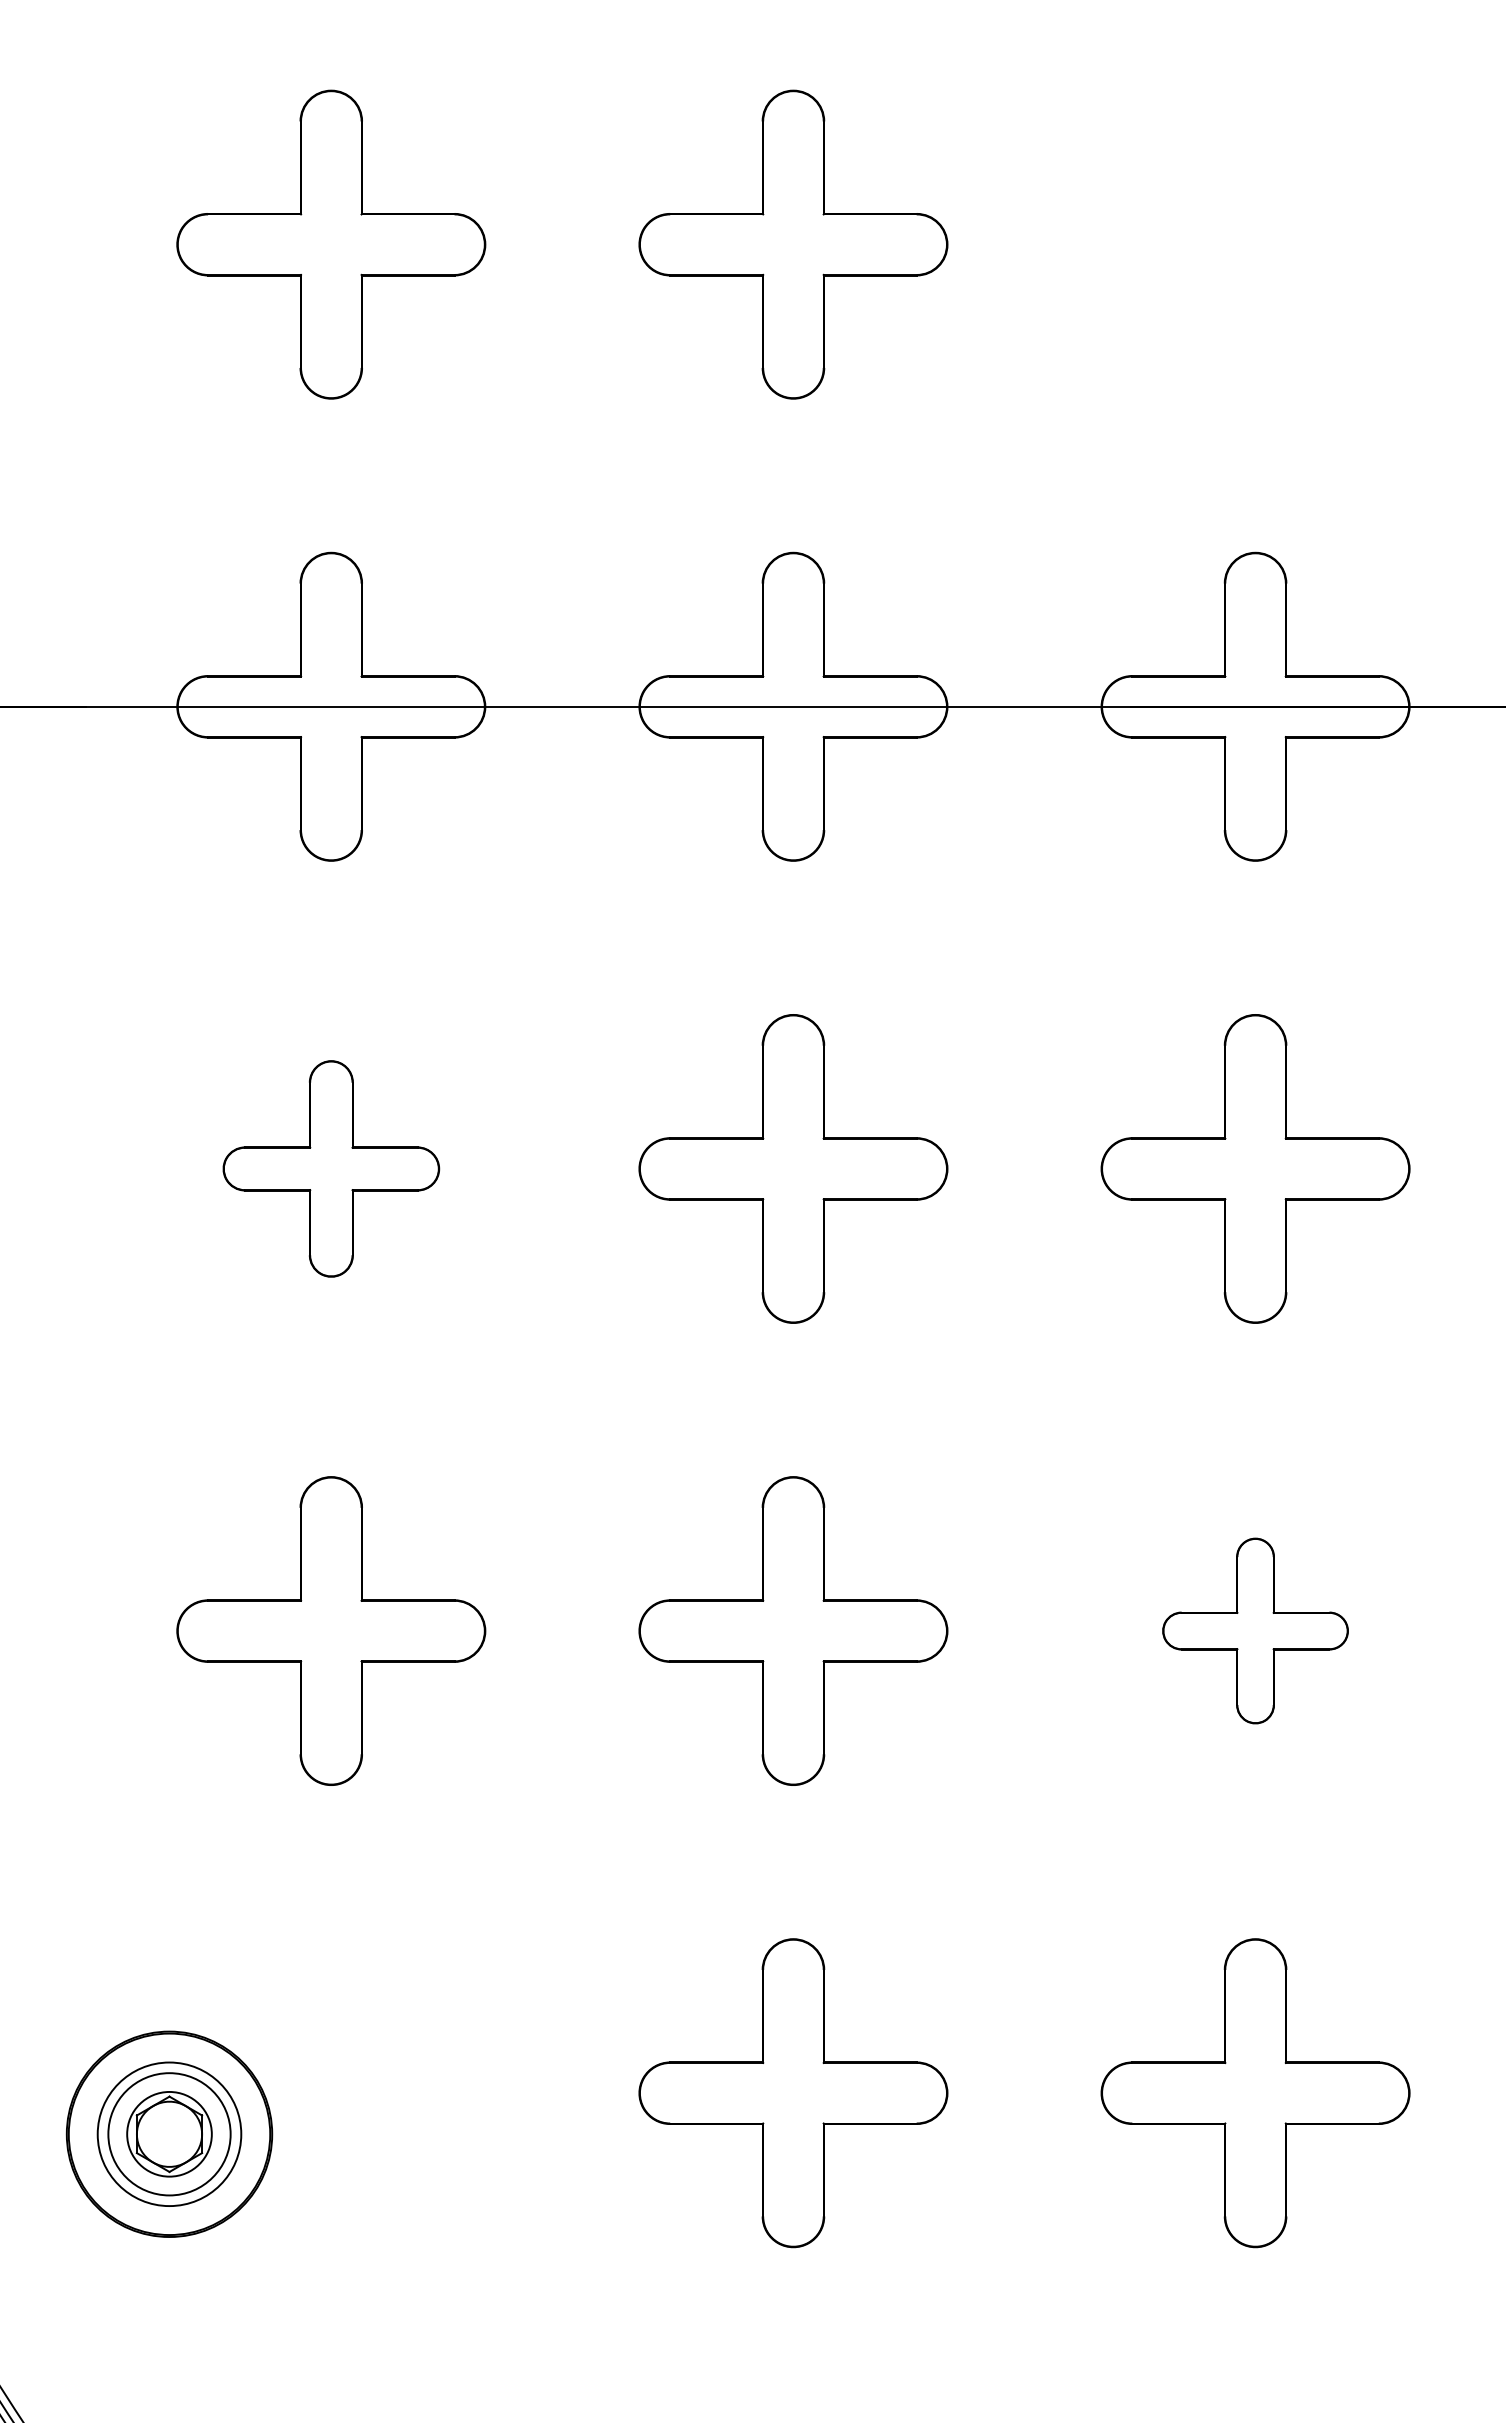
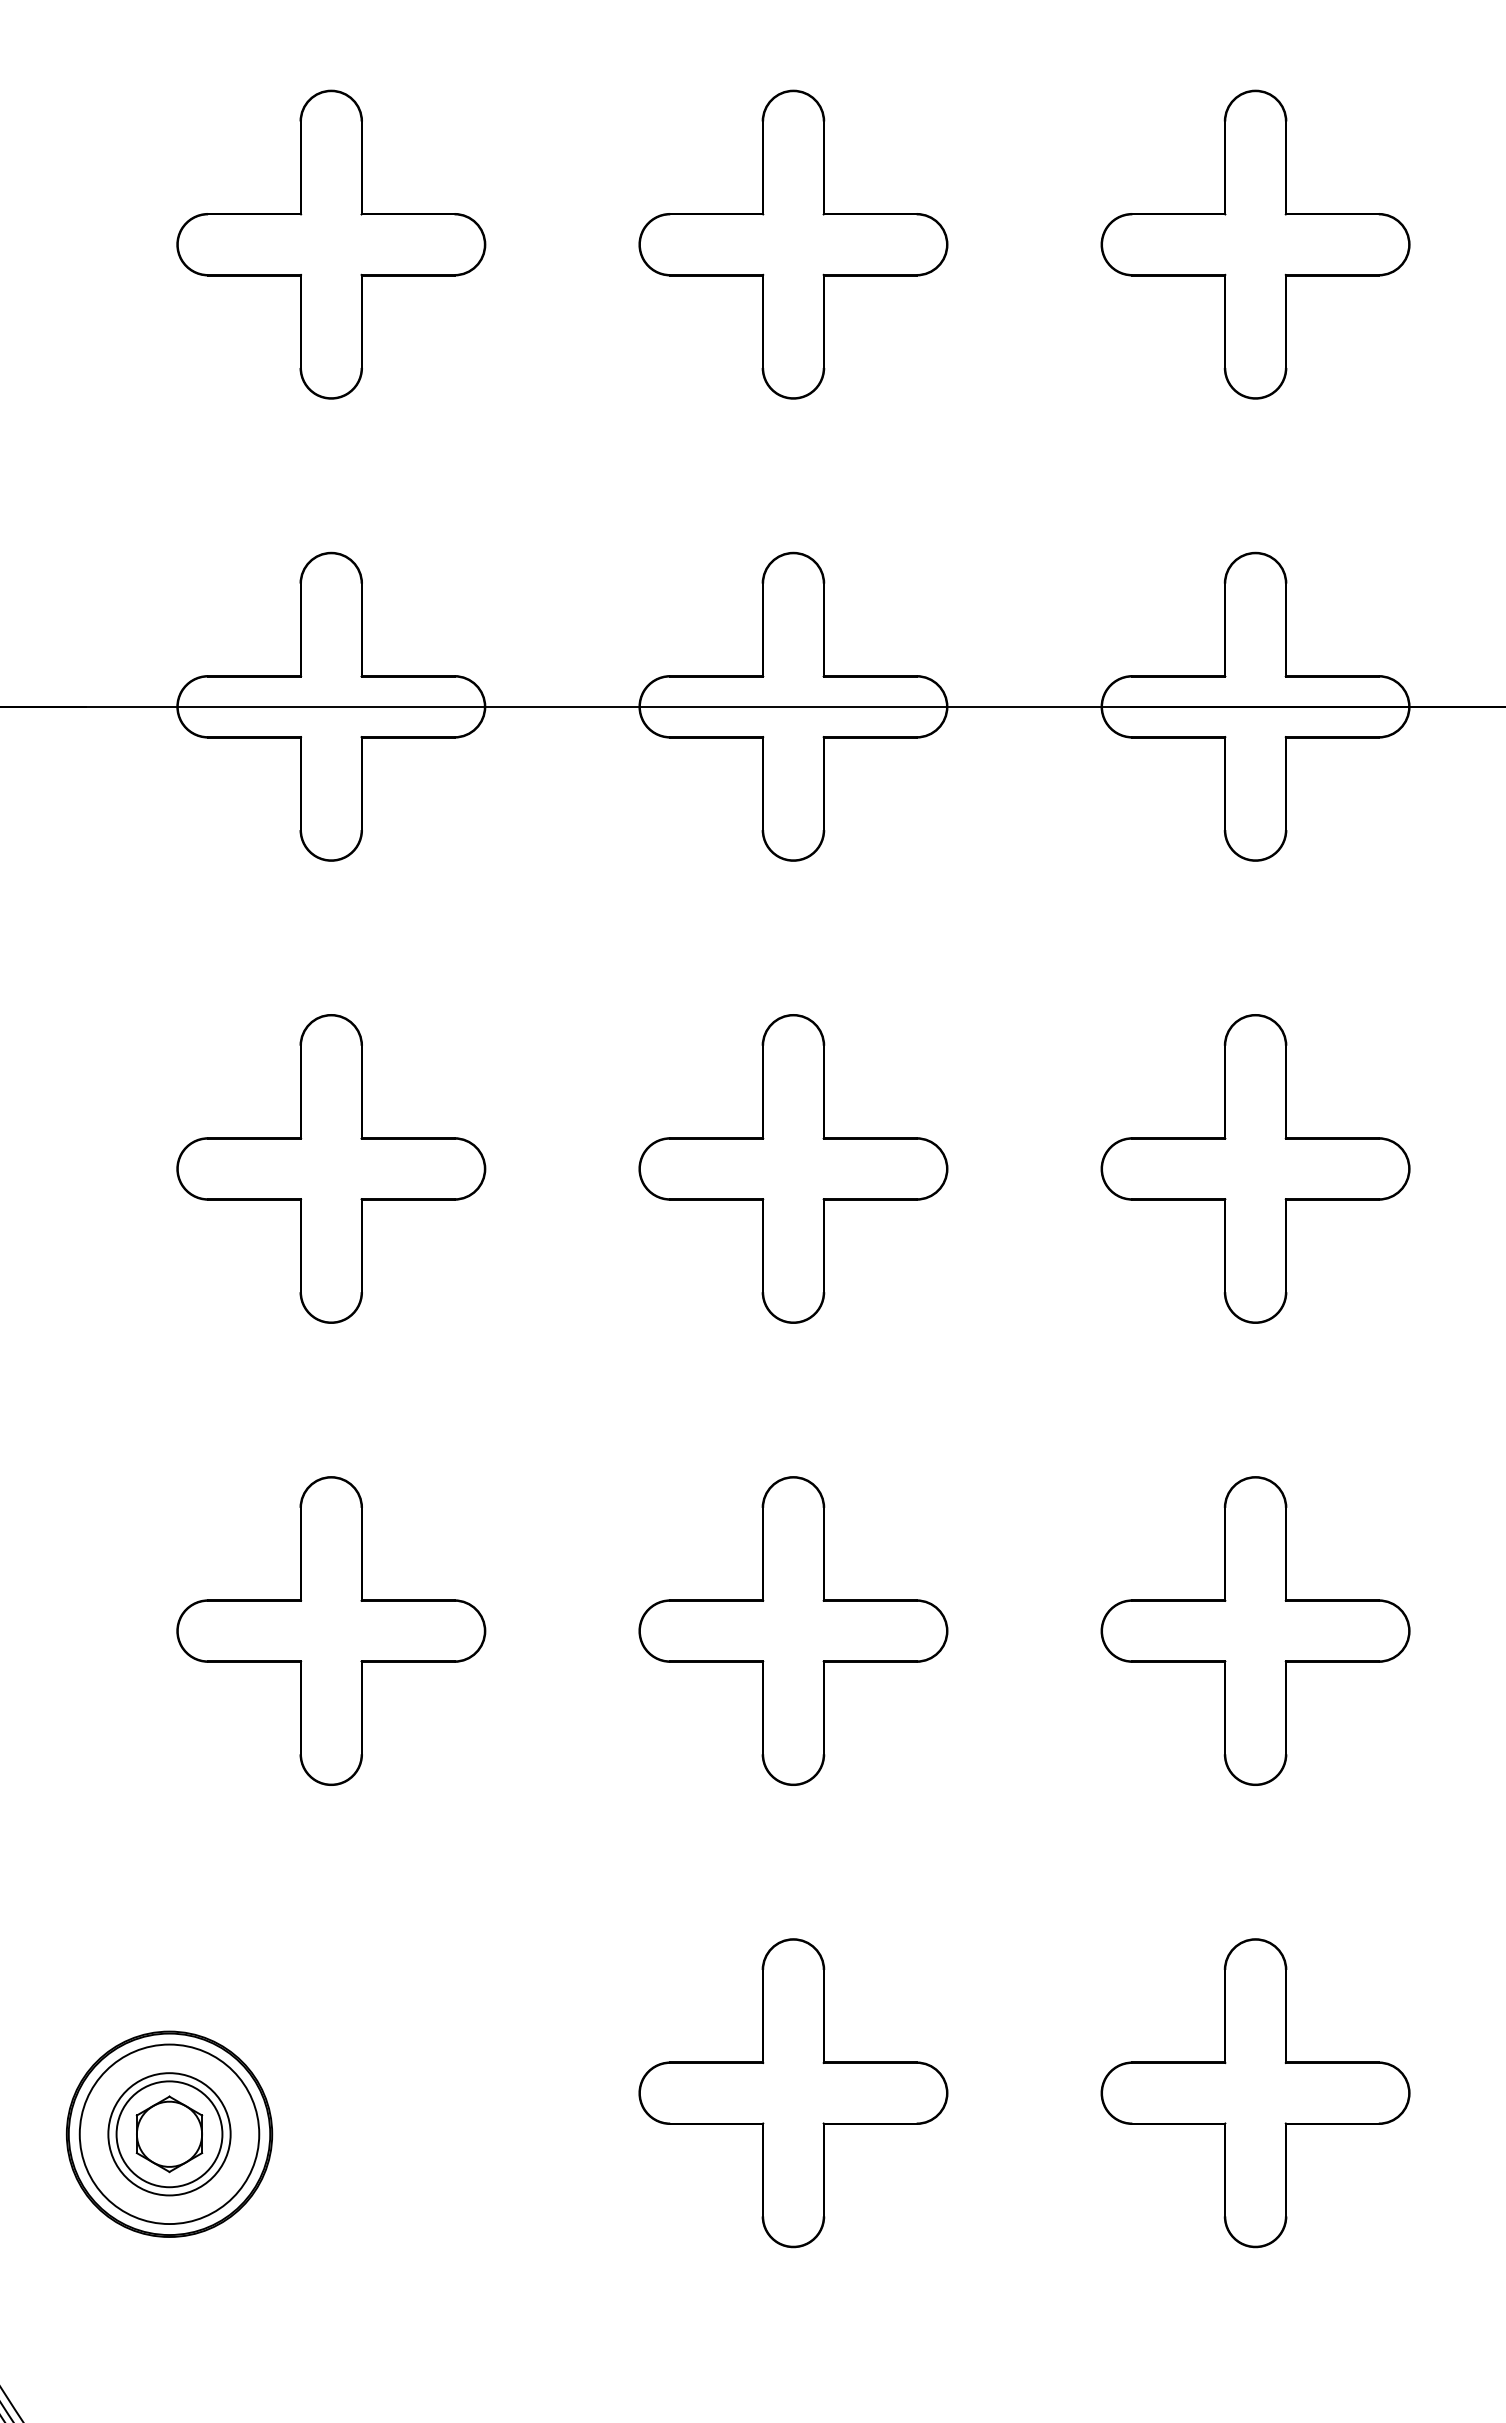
part at (1255, 244): none -> present
part at (331, 1168) size: 219x218 px -> 311x310 px
part at (1255, 1630) size: 187x188 px -> 311x310 px
circle at (169, 2133) diameter: 85 px -> 106 px
circle at (169, 2134) diameter: 144 px -> 179 px
